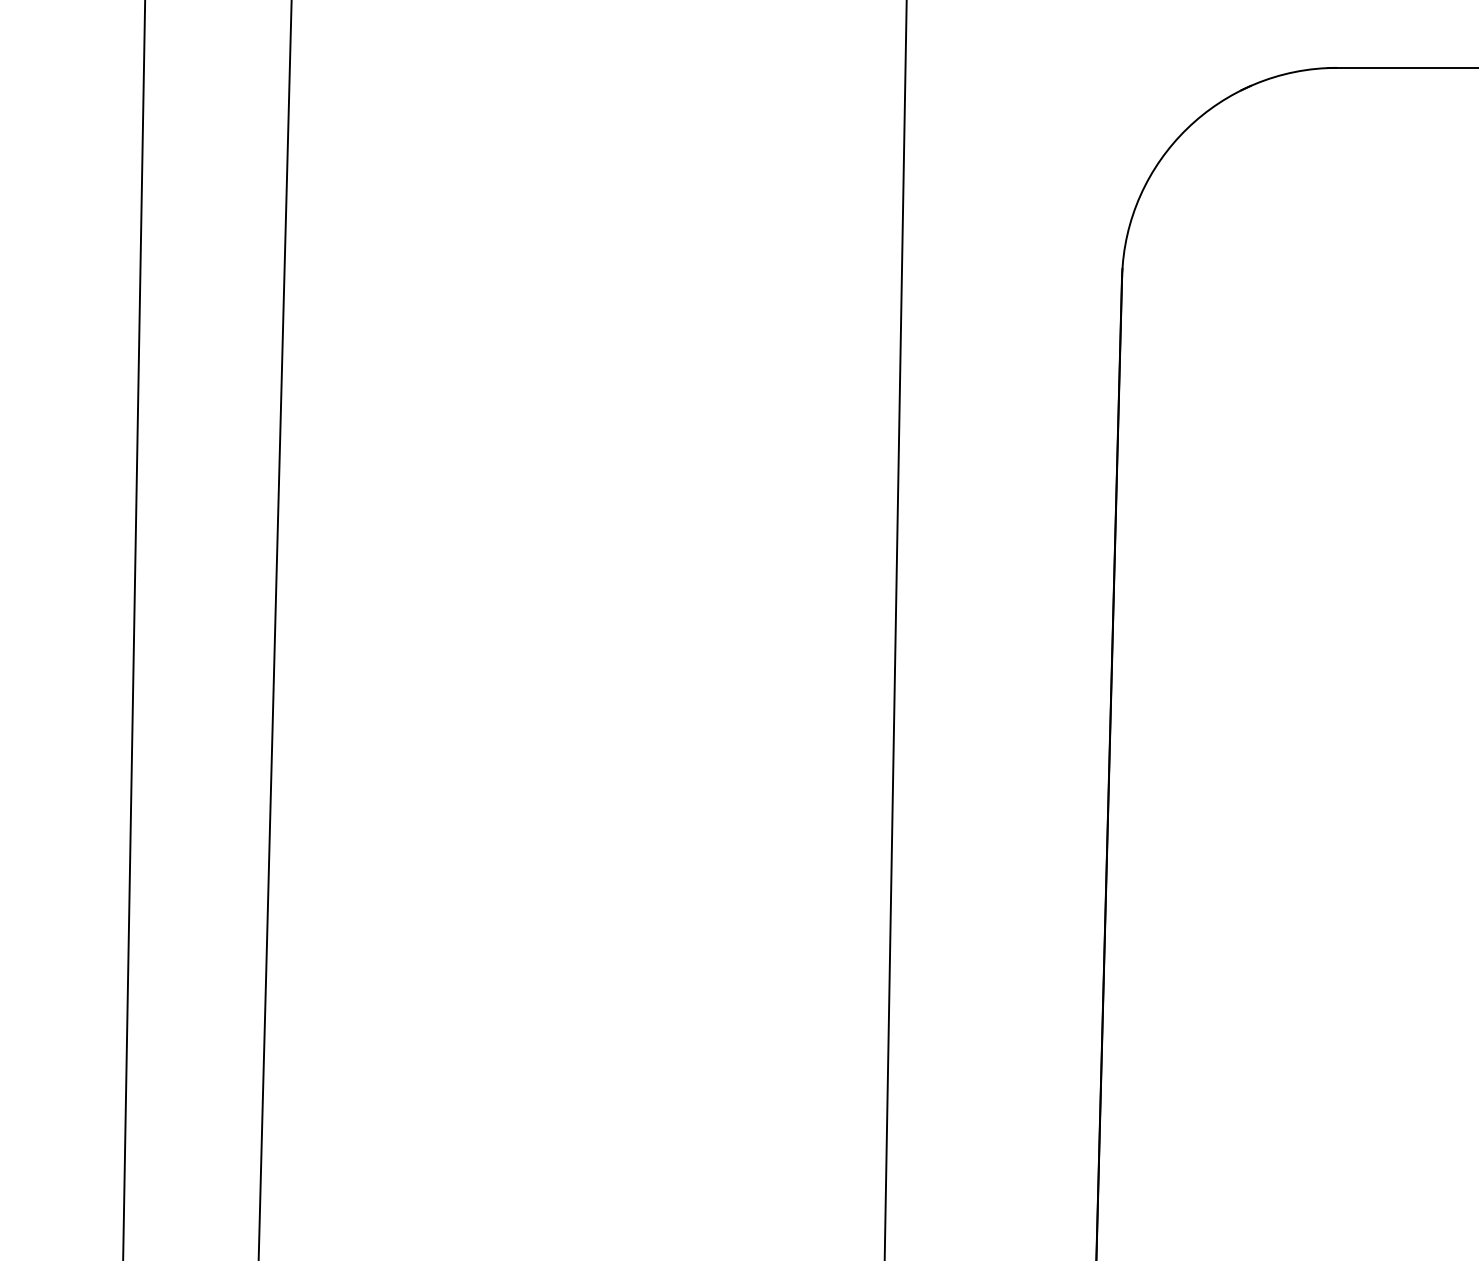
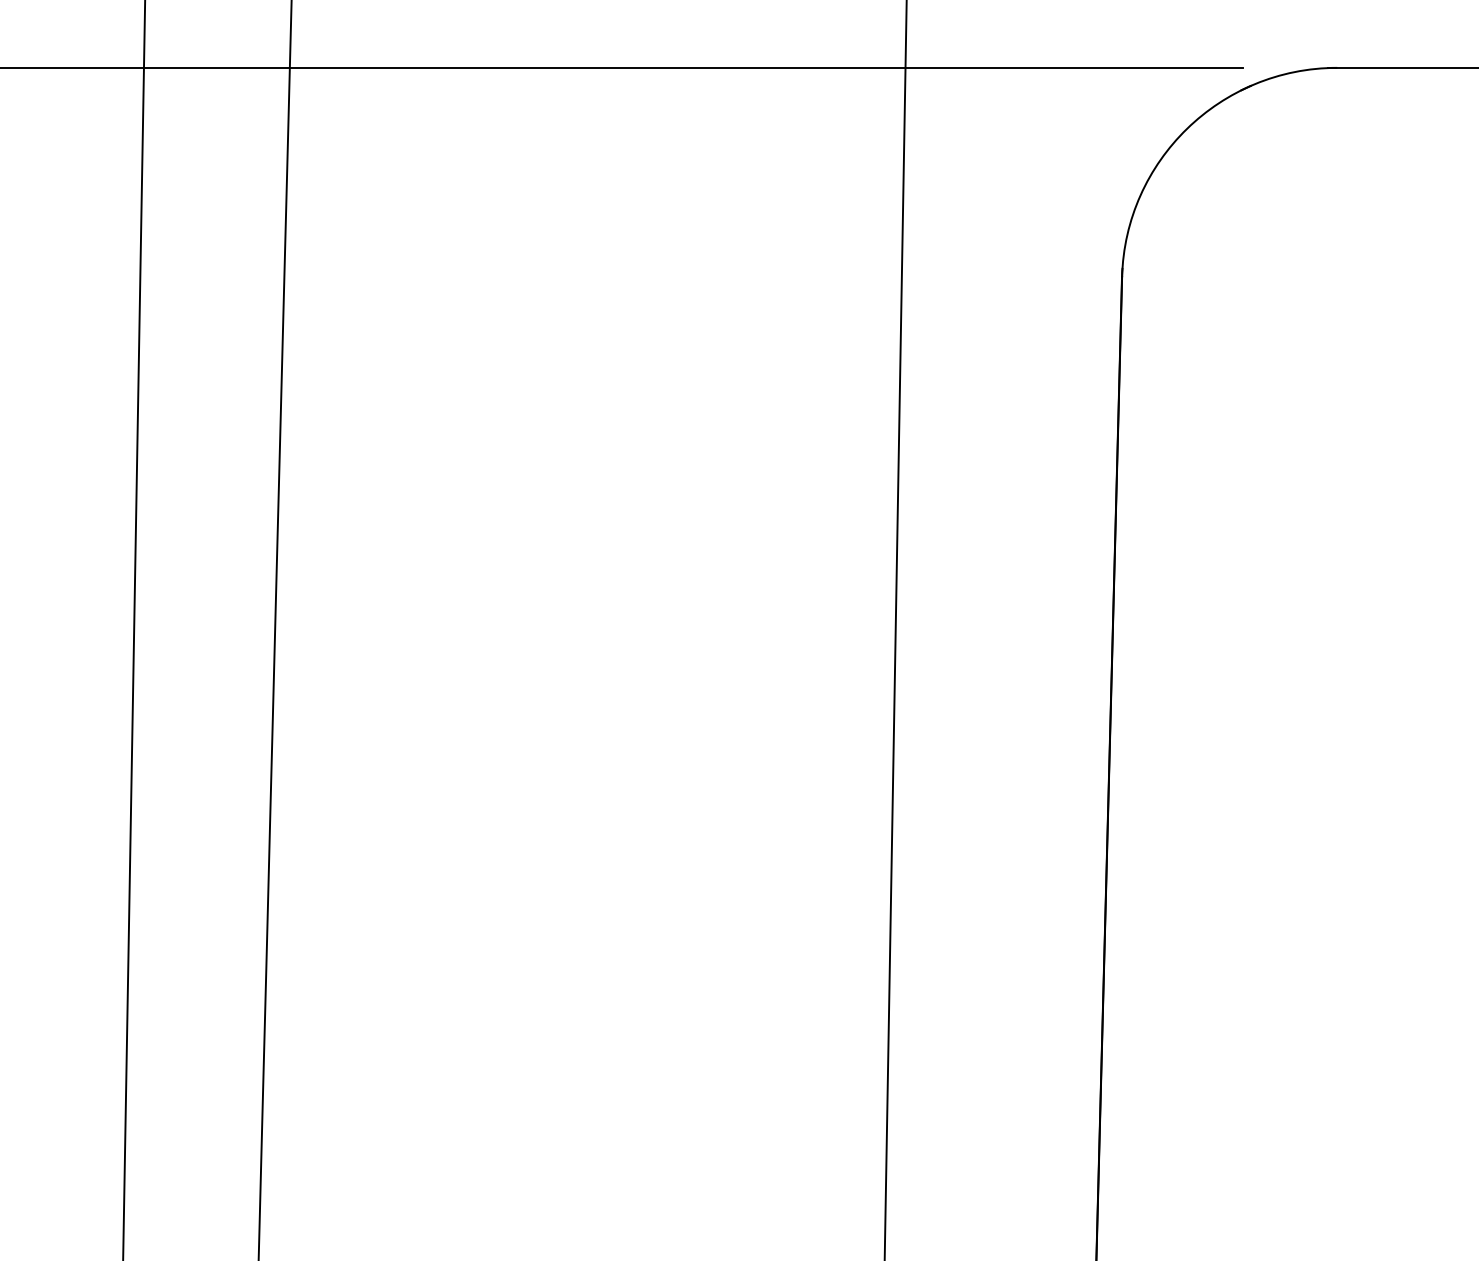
line at (622, 67): none -> present
